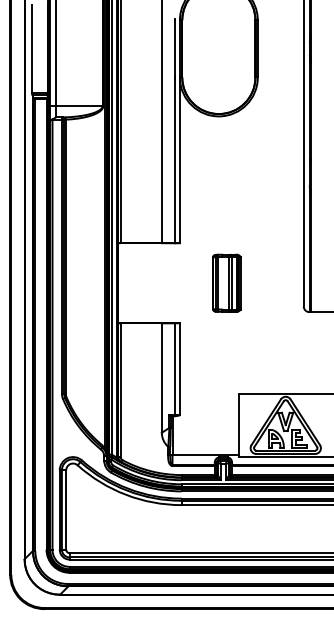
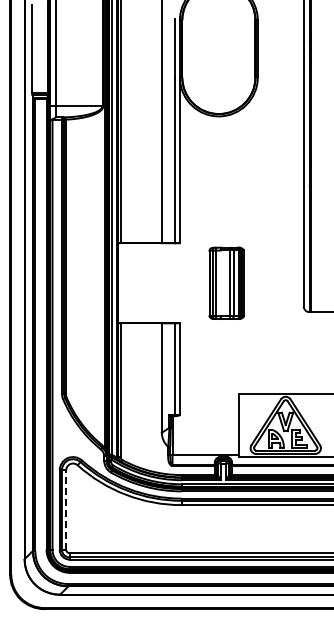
part at (226, 282) size: 30x60 px -> 37x74 px
line at (66, 510): solid -> dashed
